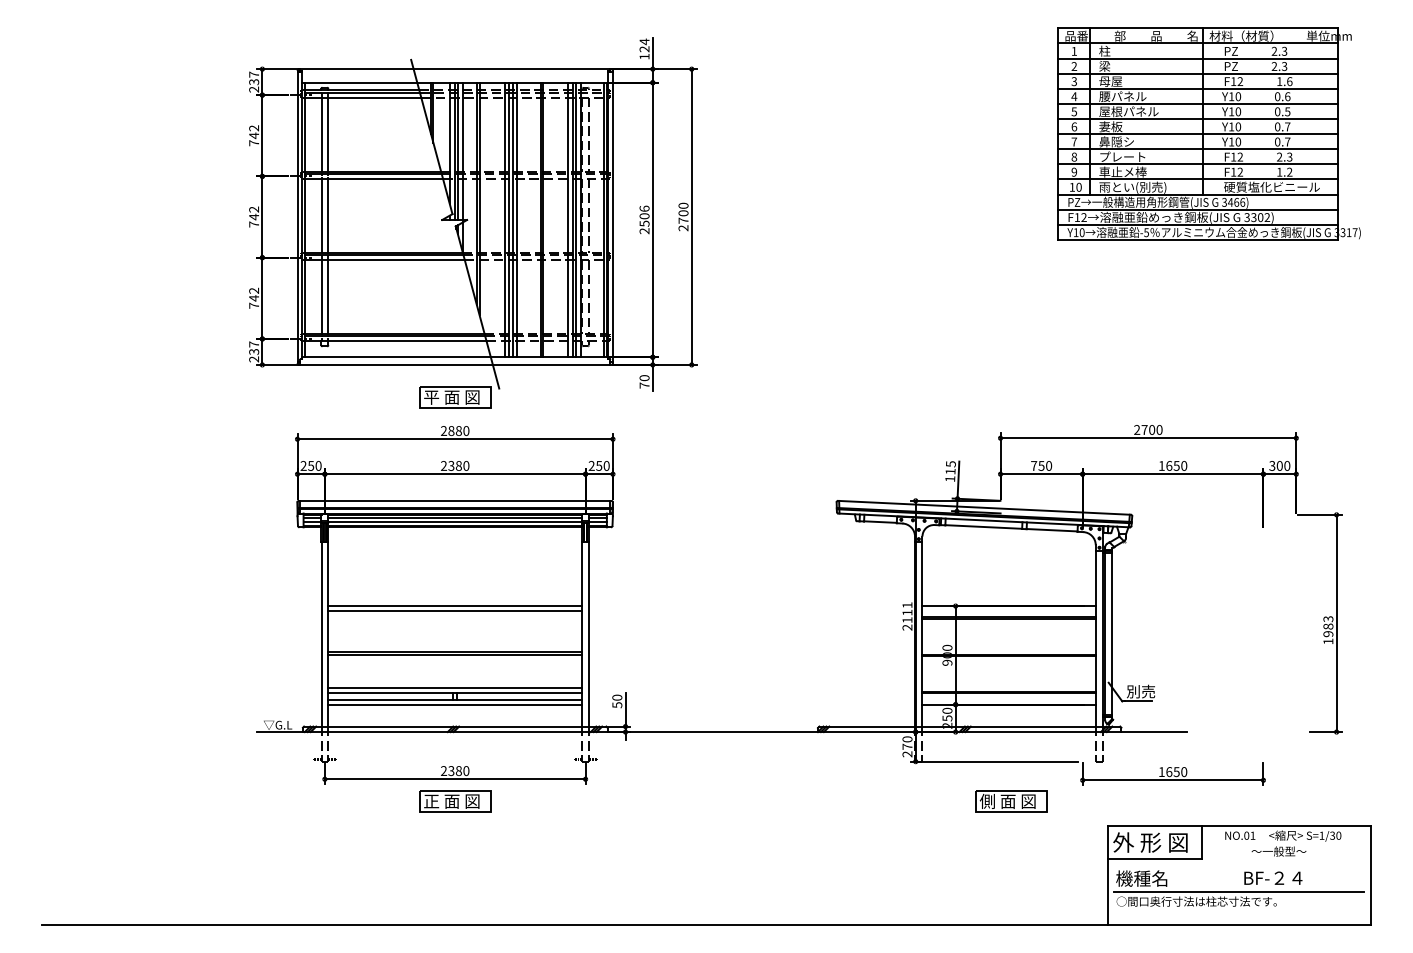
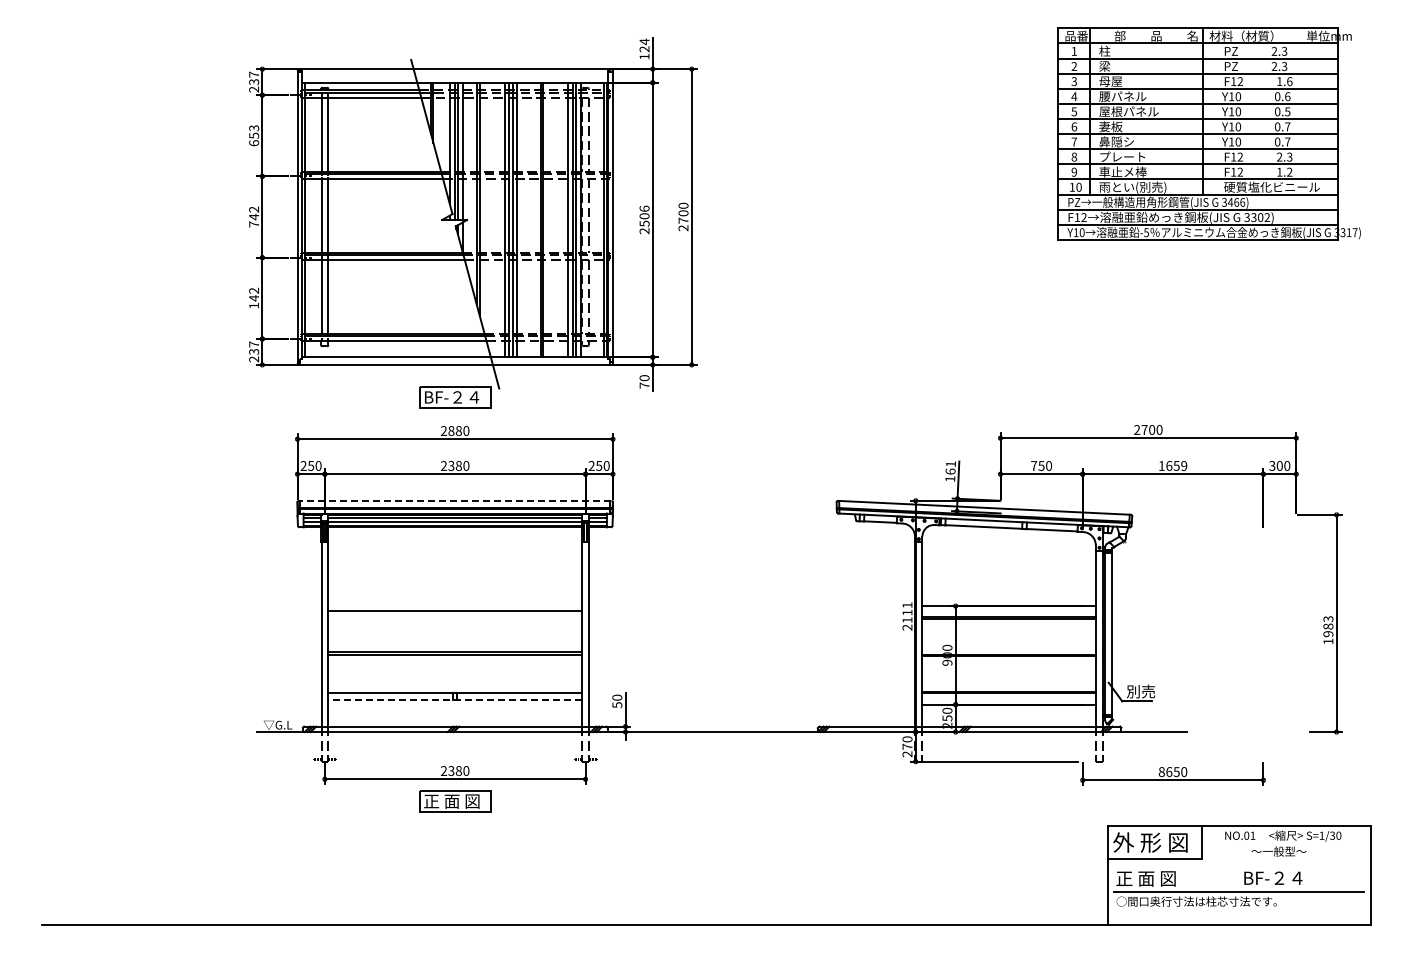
text at (254, 135): 742 -> 653
text at (253, 305): 742 -> 142
text at (451, 397): 平 面 図 -> BF-２４
text at (1184, 465): 1650 -> 1659
text at (950, 467): 115 -> 161
line at (454, 500): solid -> dashed
line at (455, 606): present -> none
line at (455, 688): present -> none
line at (454, 699): solid -> dashed
line at (455, 704): present -> none
text at (1161, 772): 1650 -> 8650
part at (1011, 801): present -> none
text at (1145, 878): 機種名 -> 正 面 図
